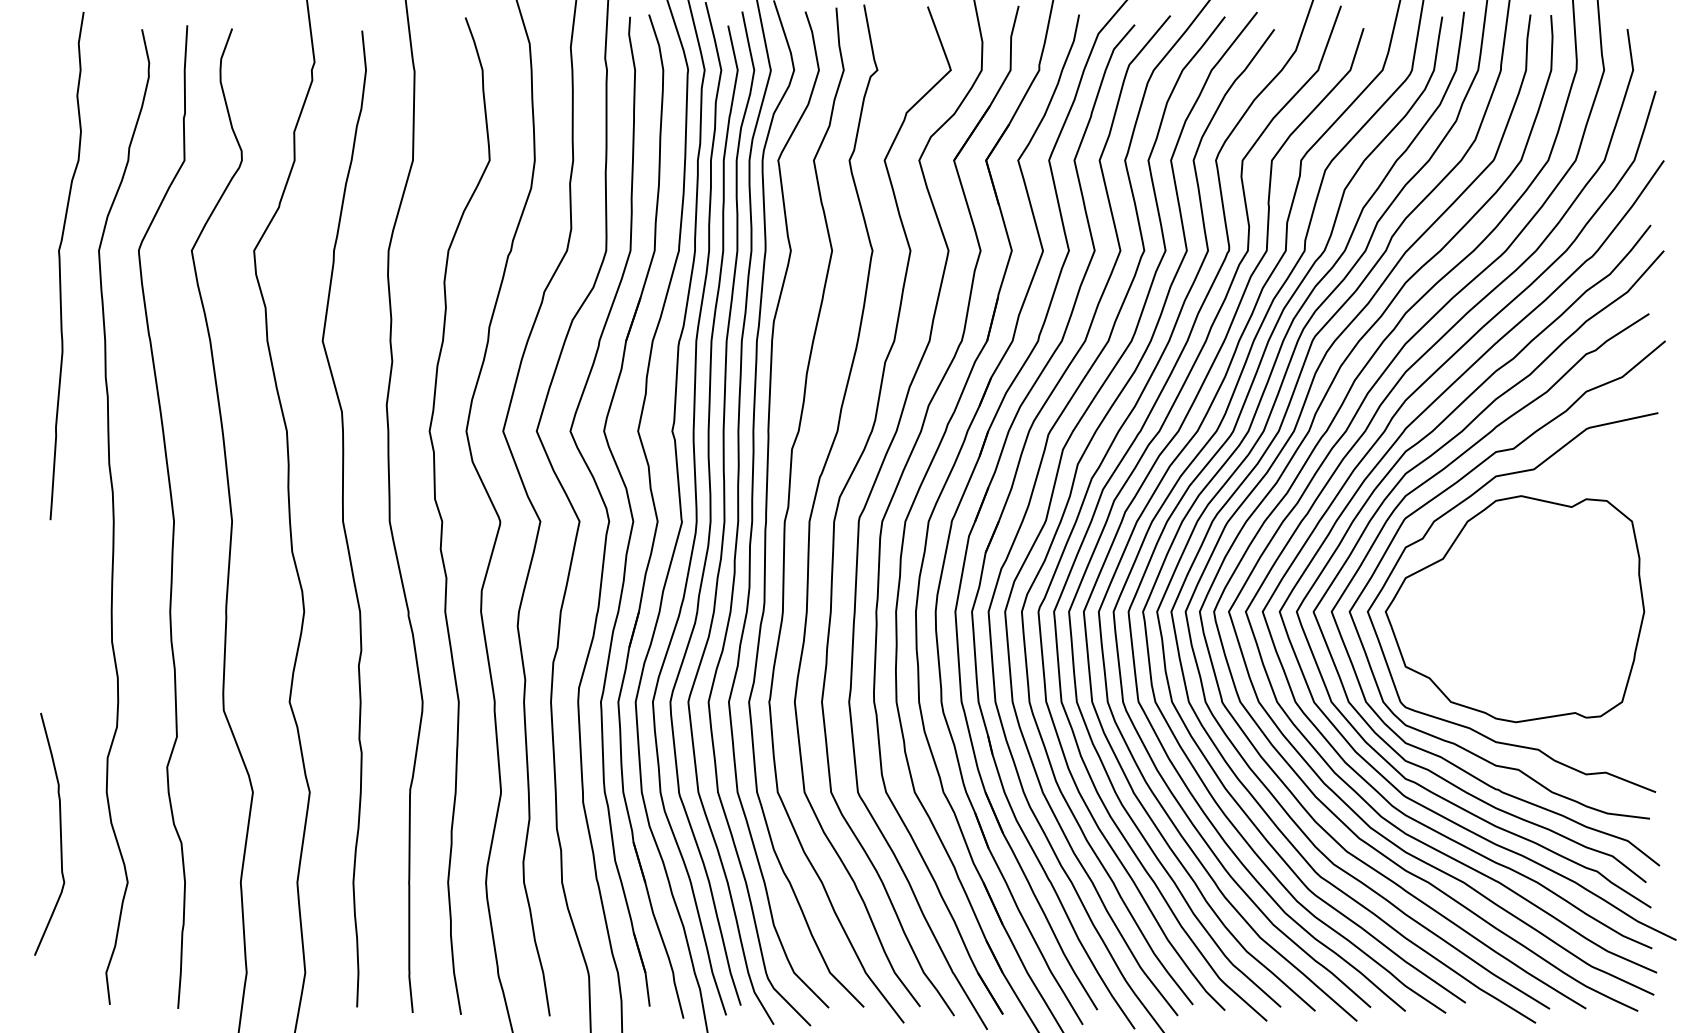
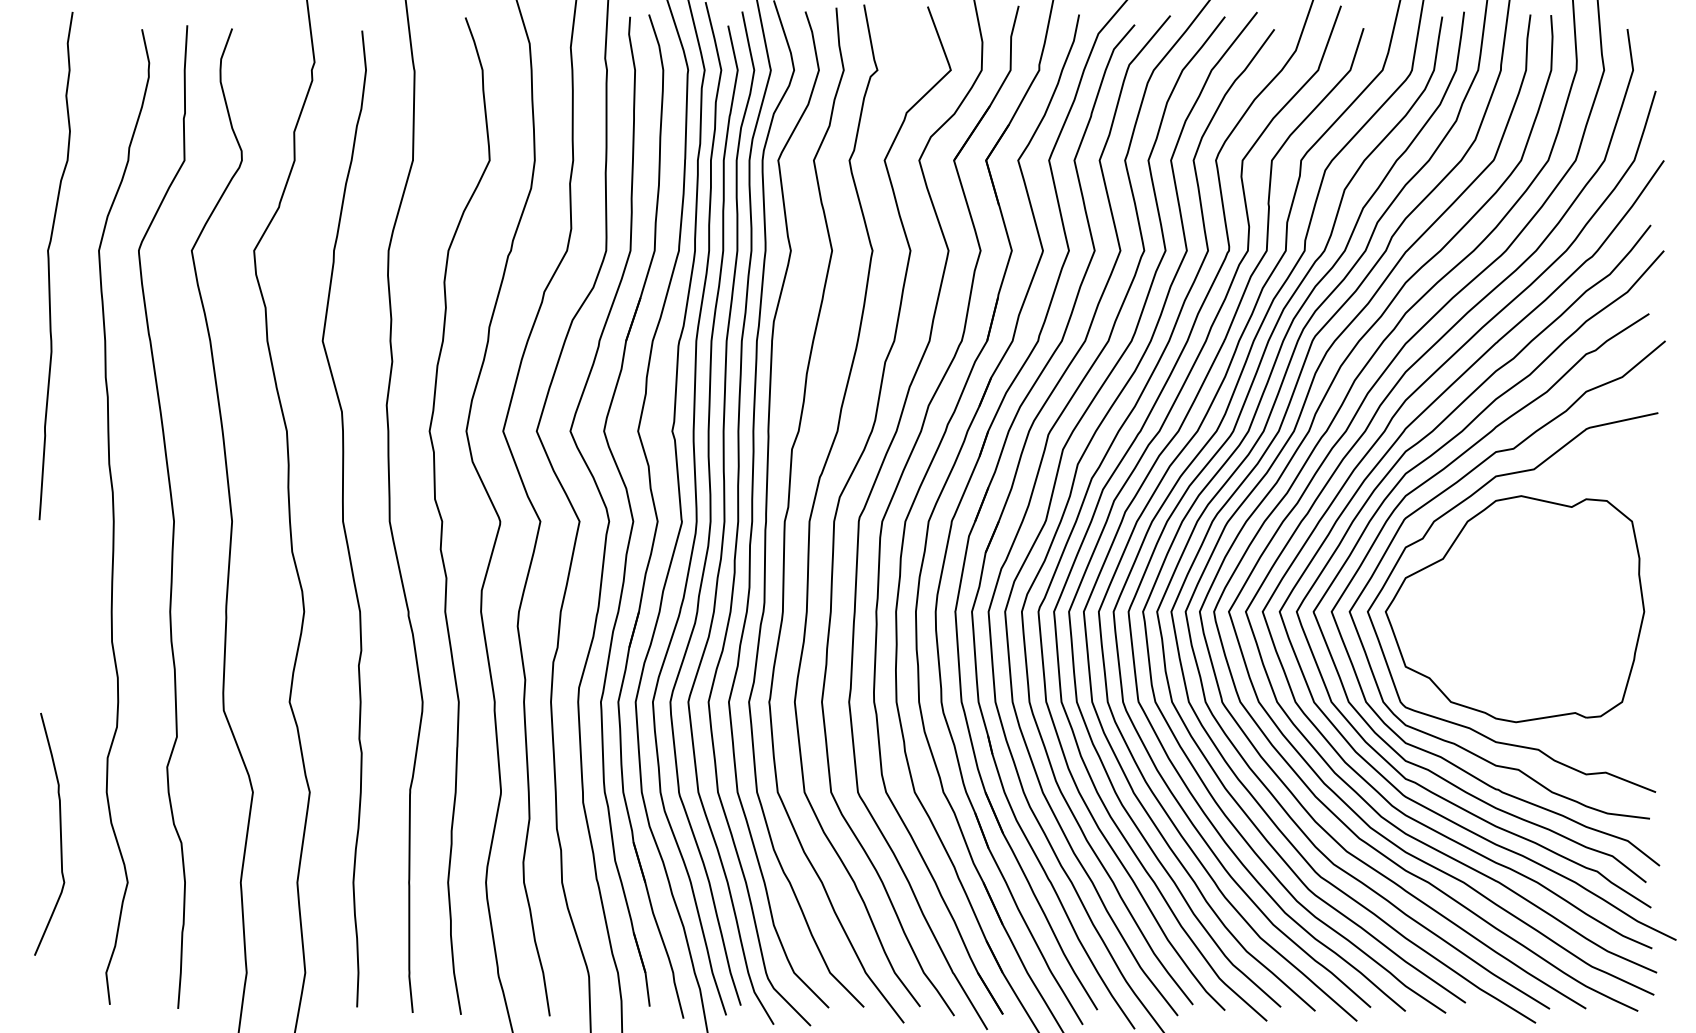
curve at (60, 265) position: (60, 265) -> (49, 265)
